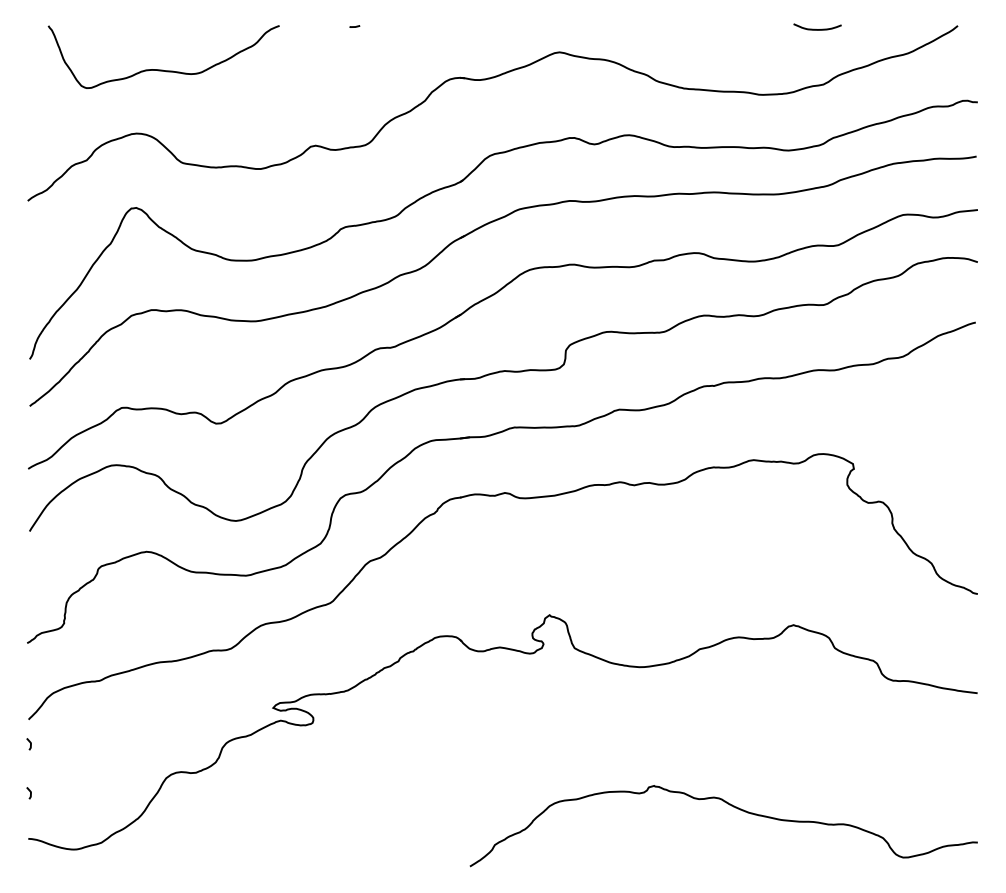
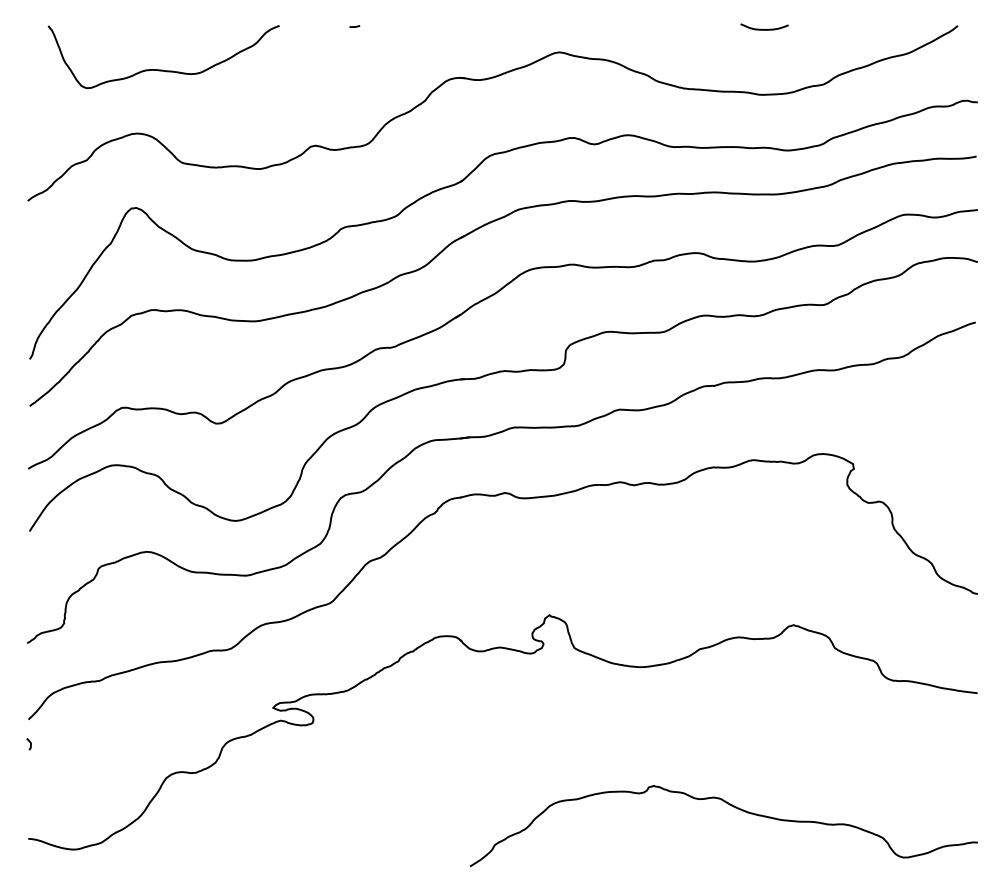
curve at (815, 28) position: (815, 28) -> (762, 28)
line at (30, 793): present -> none
